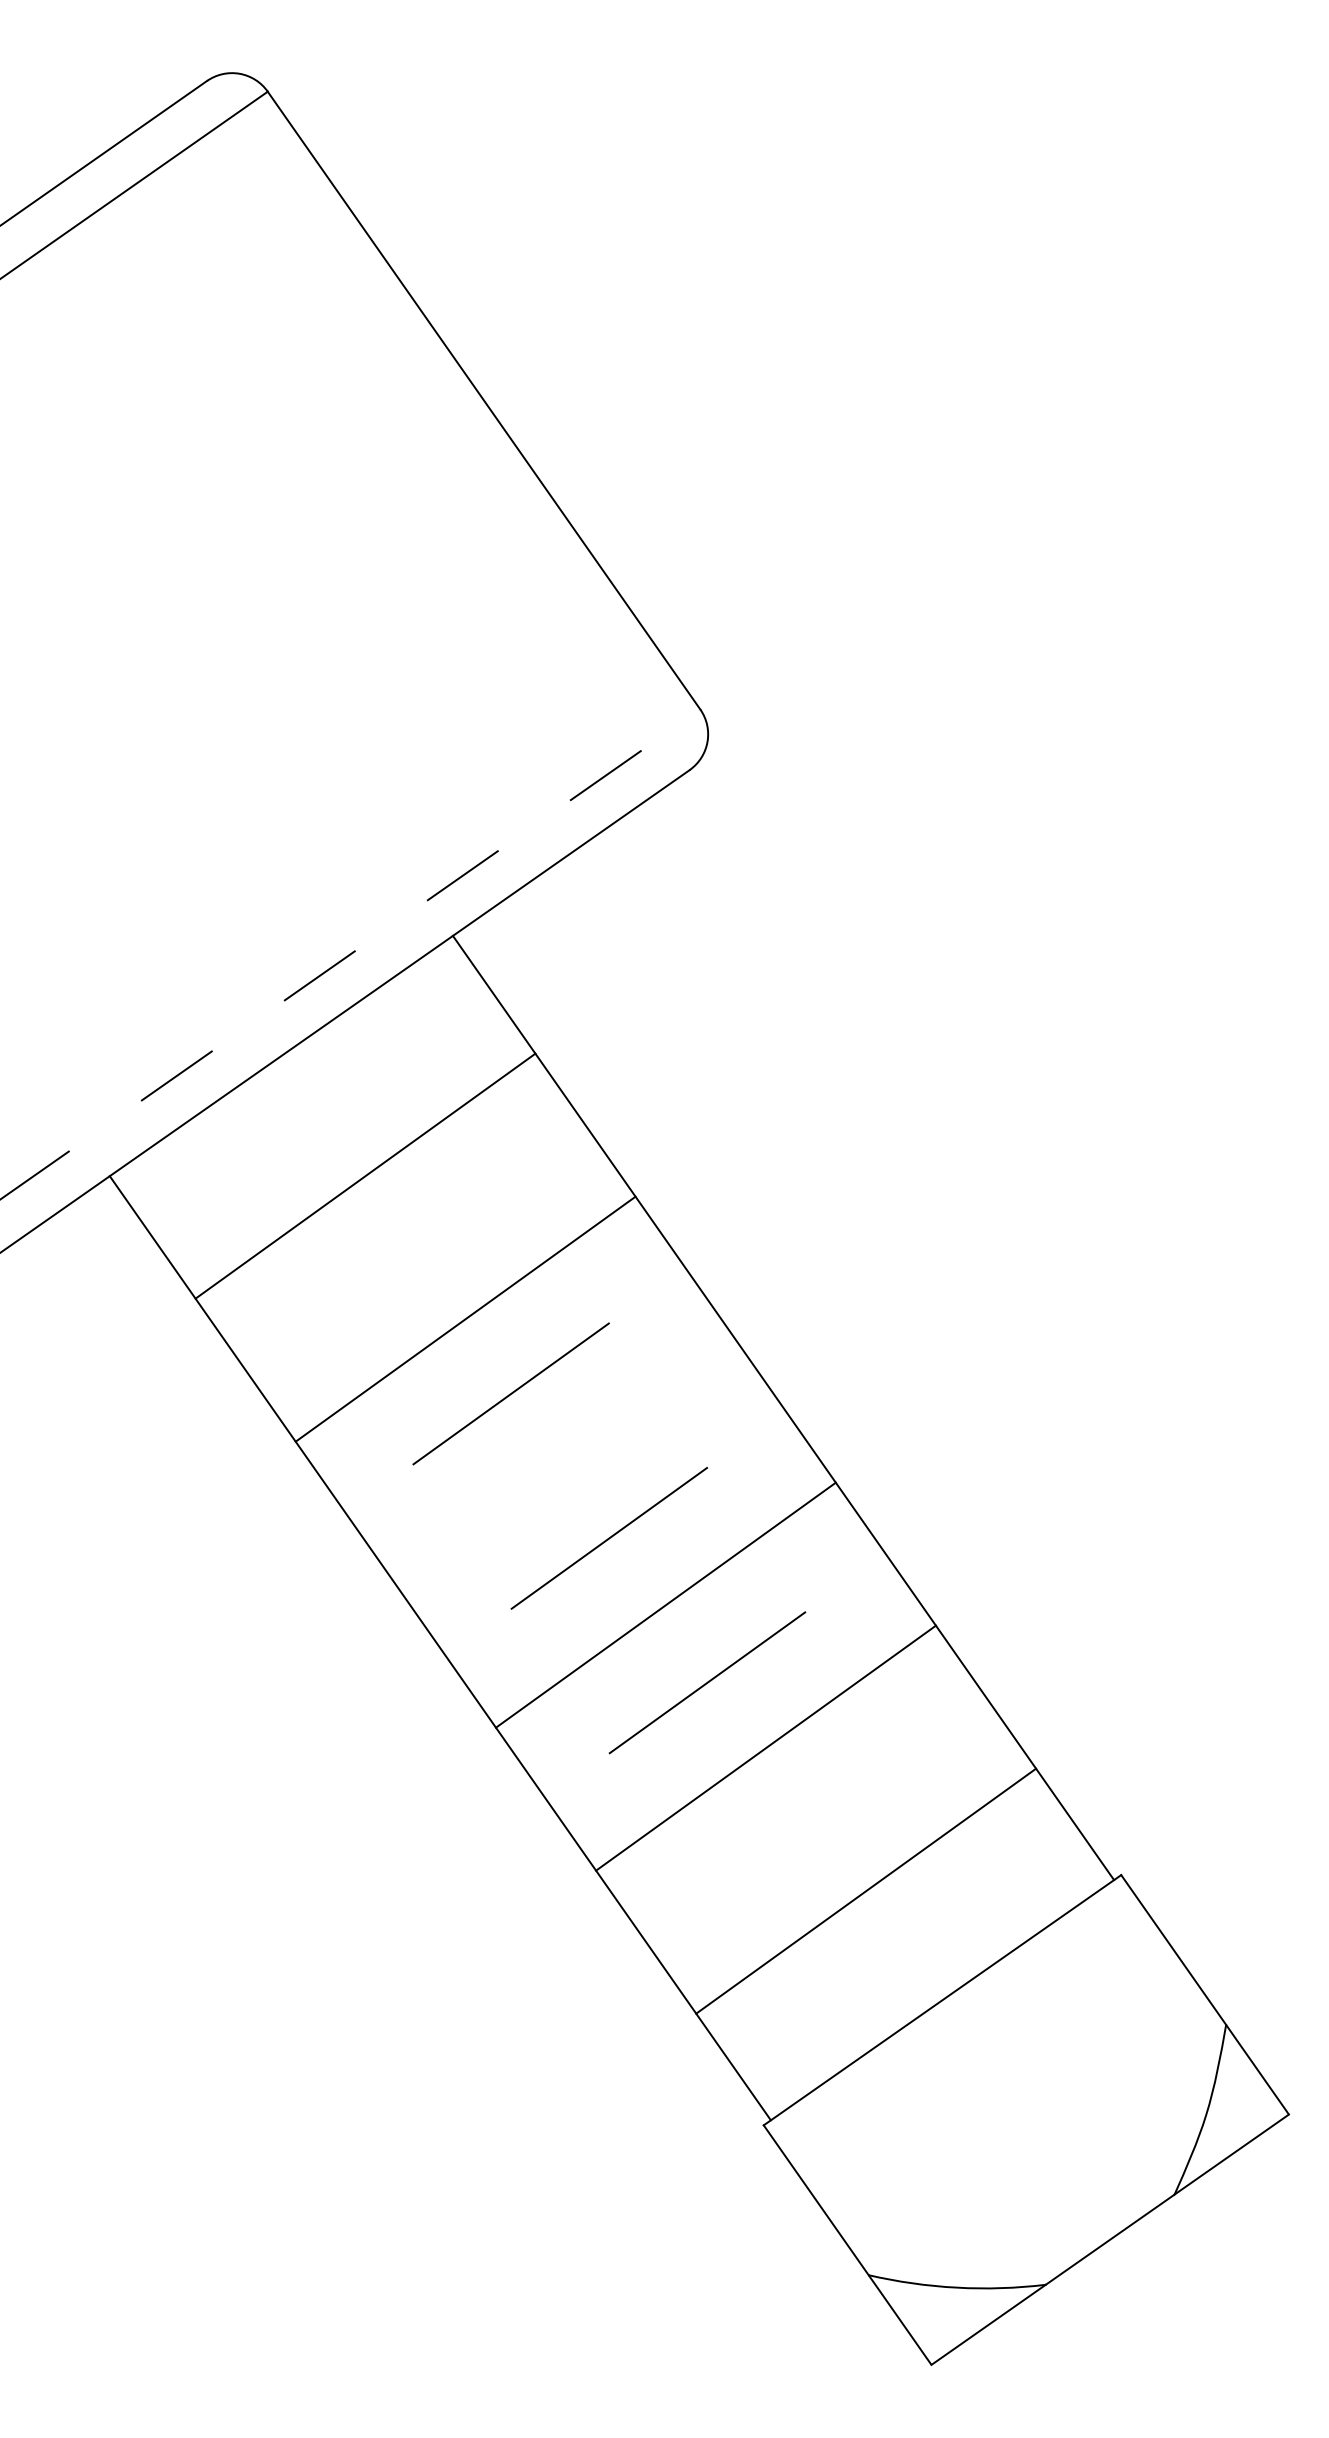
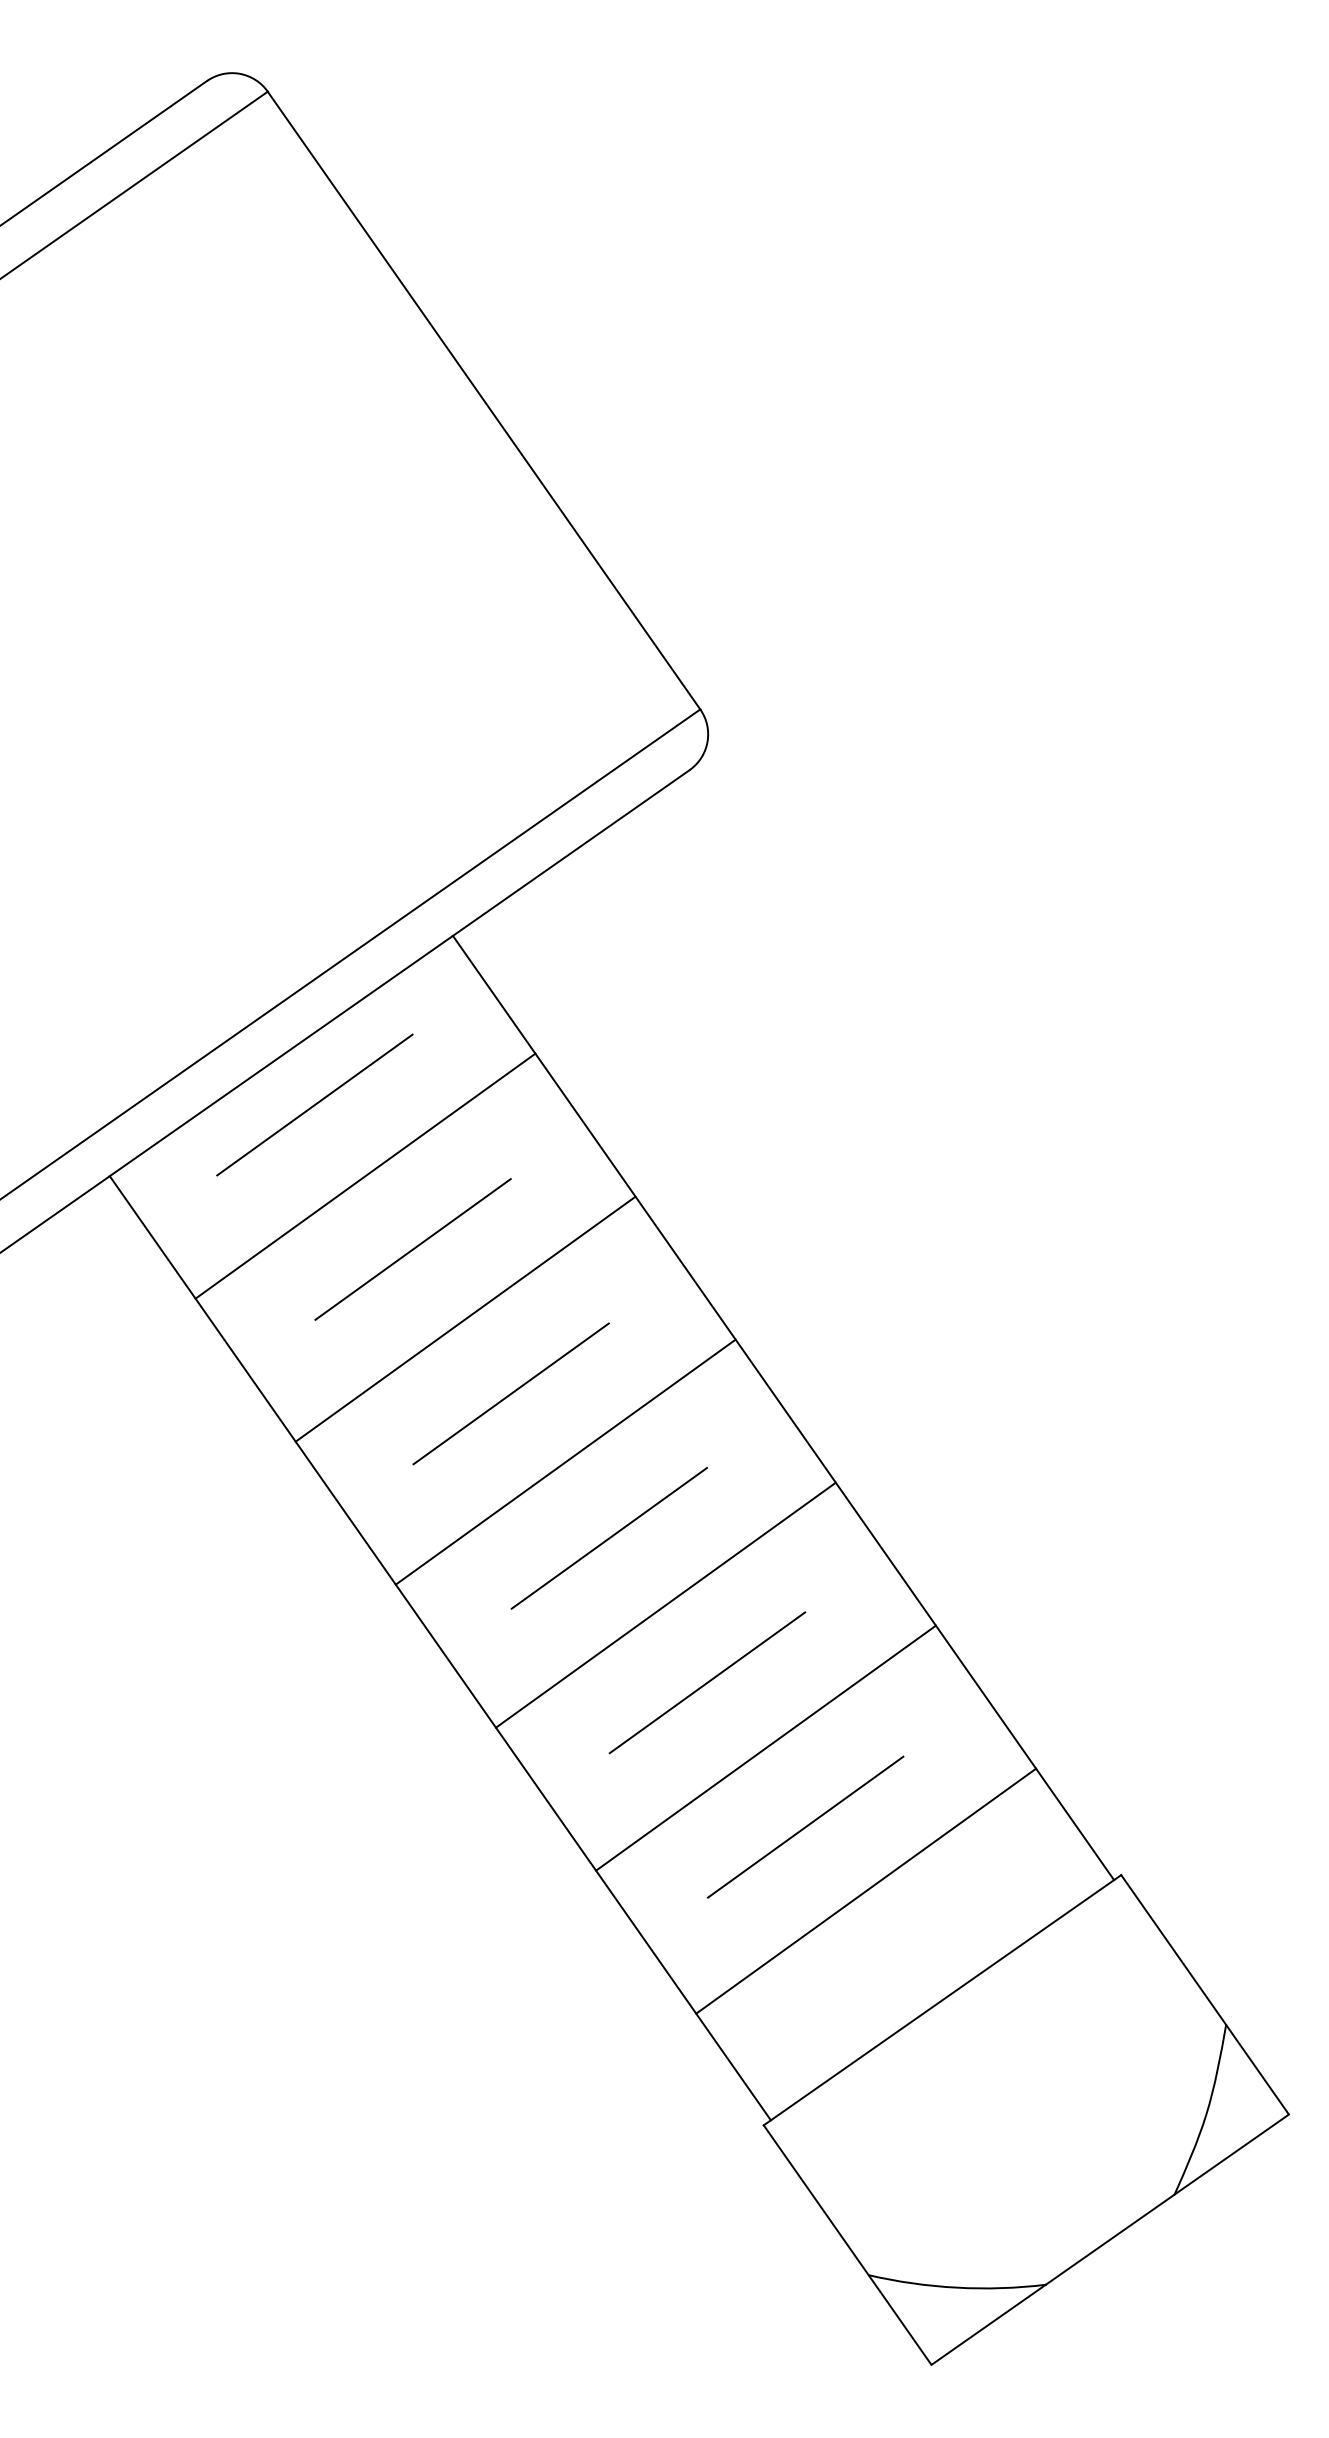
line at (350, 954): dashed -> solid
line at (314, 1104): none -> present
line at (412, 1249): none -> present
line at (565, 1461): none -> present
line at (805, 1826): none -> present
